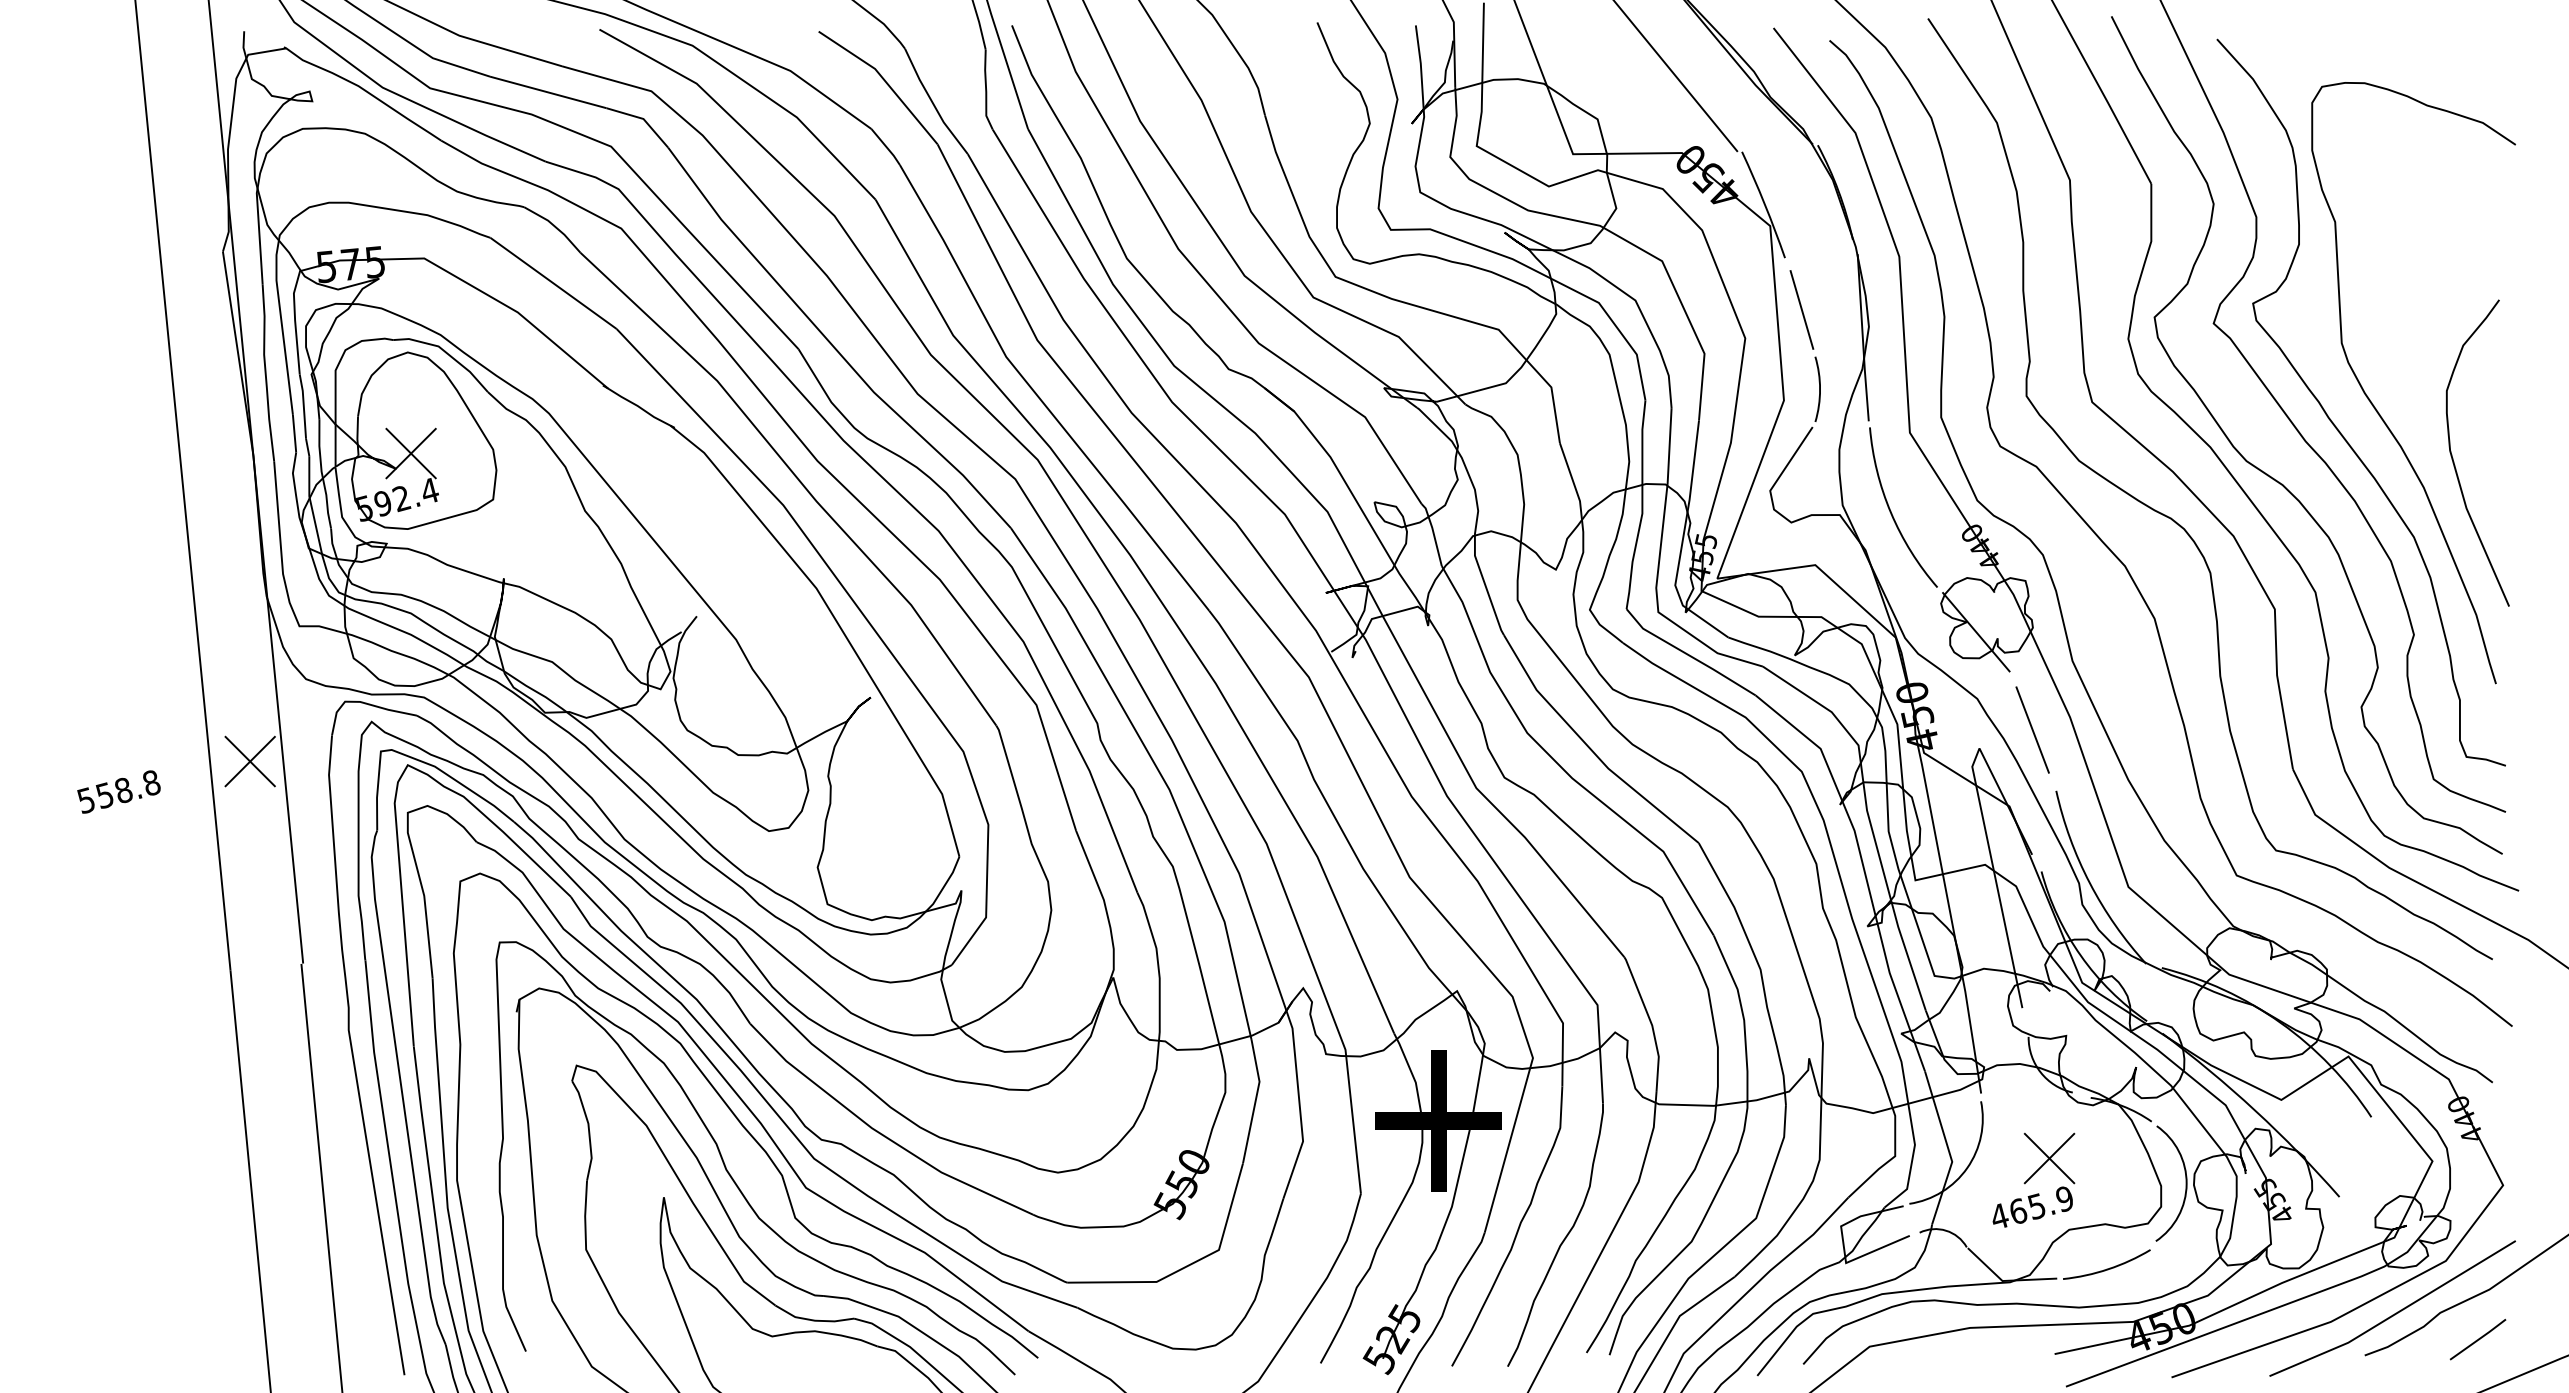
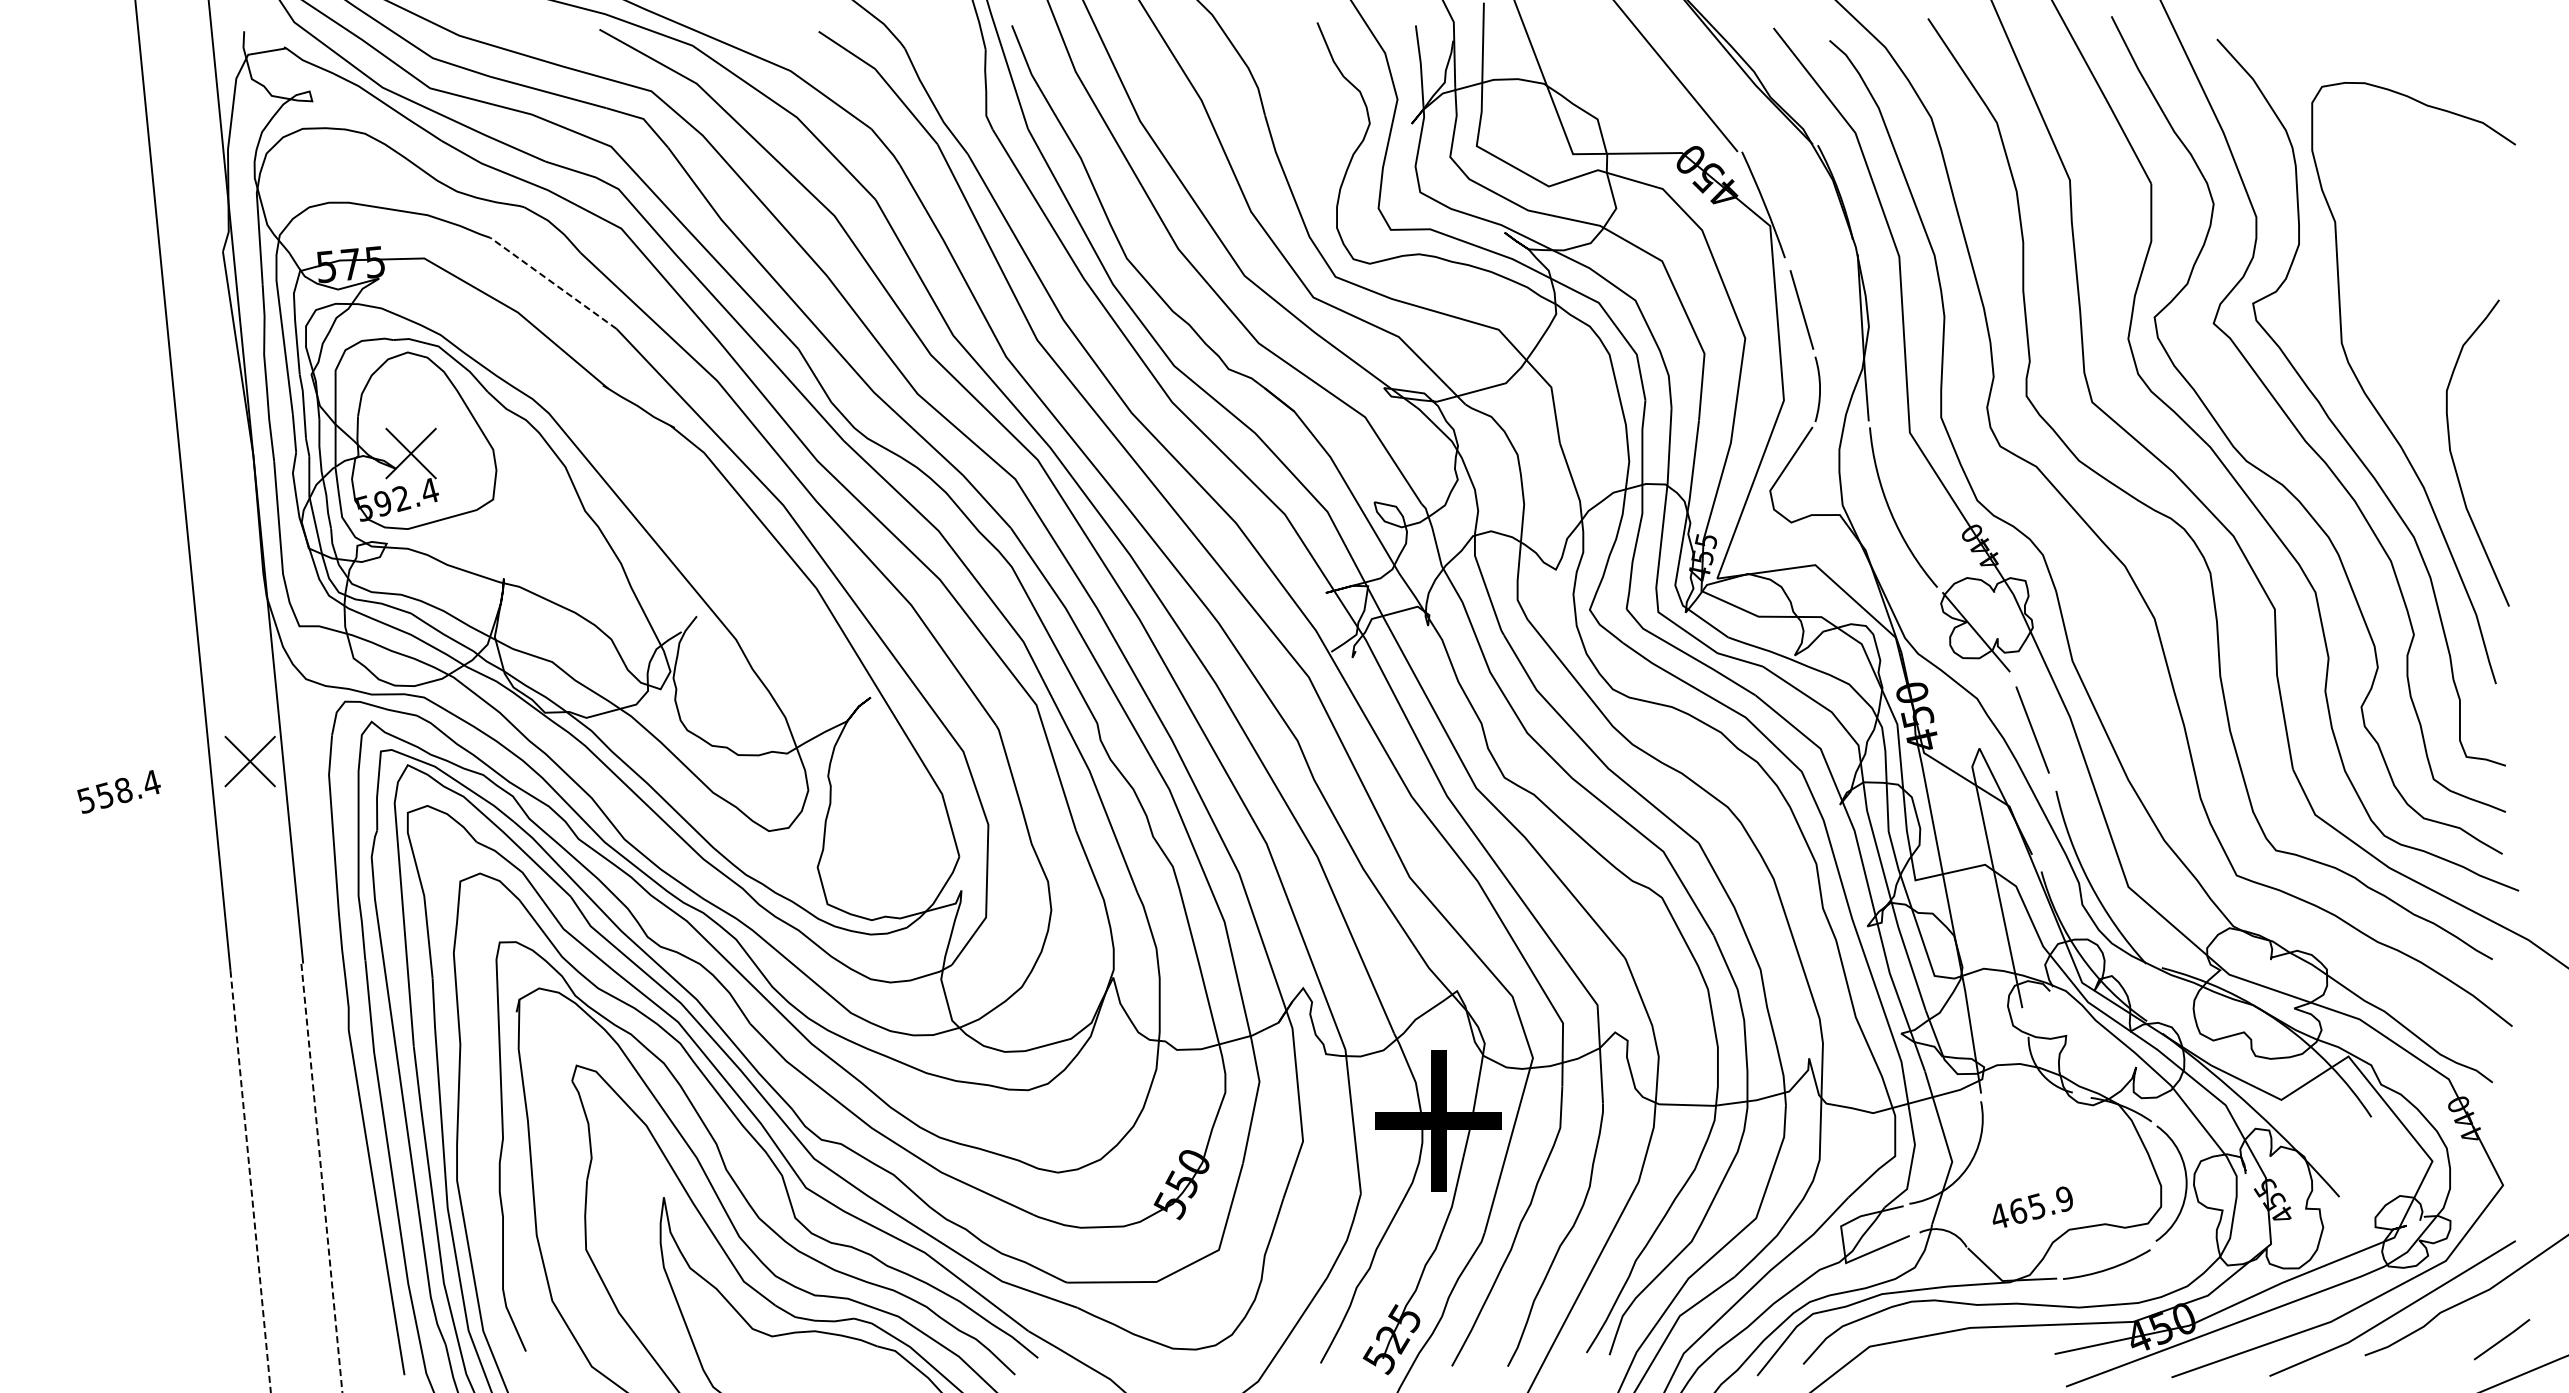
line at (553, 283): solid -> dashed
text at (151, 782): 558.8 -> 558.4
part at (2049, 1158): present -> none
line at (321, 1178): solid -> dashed
line at (250, 1181): solid -> dashed
line at (2477, 1339) position: (2477, 1339) -> (2501, 1339)
